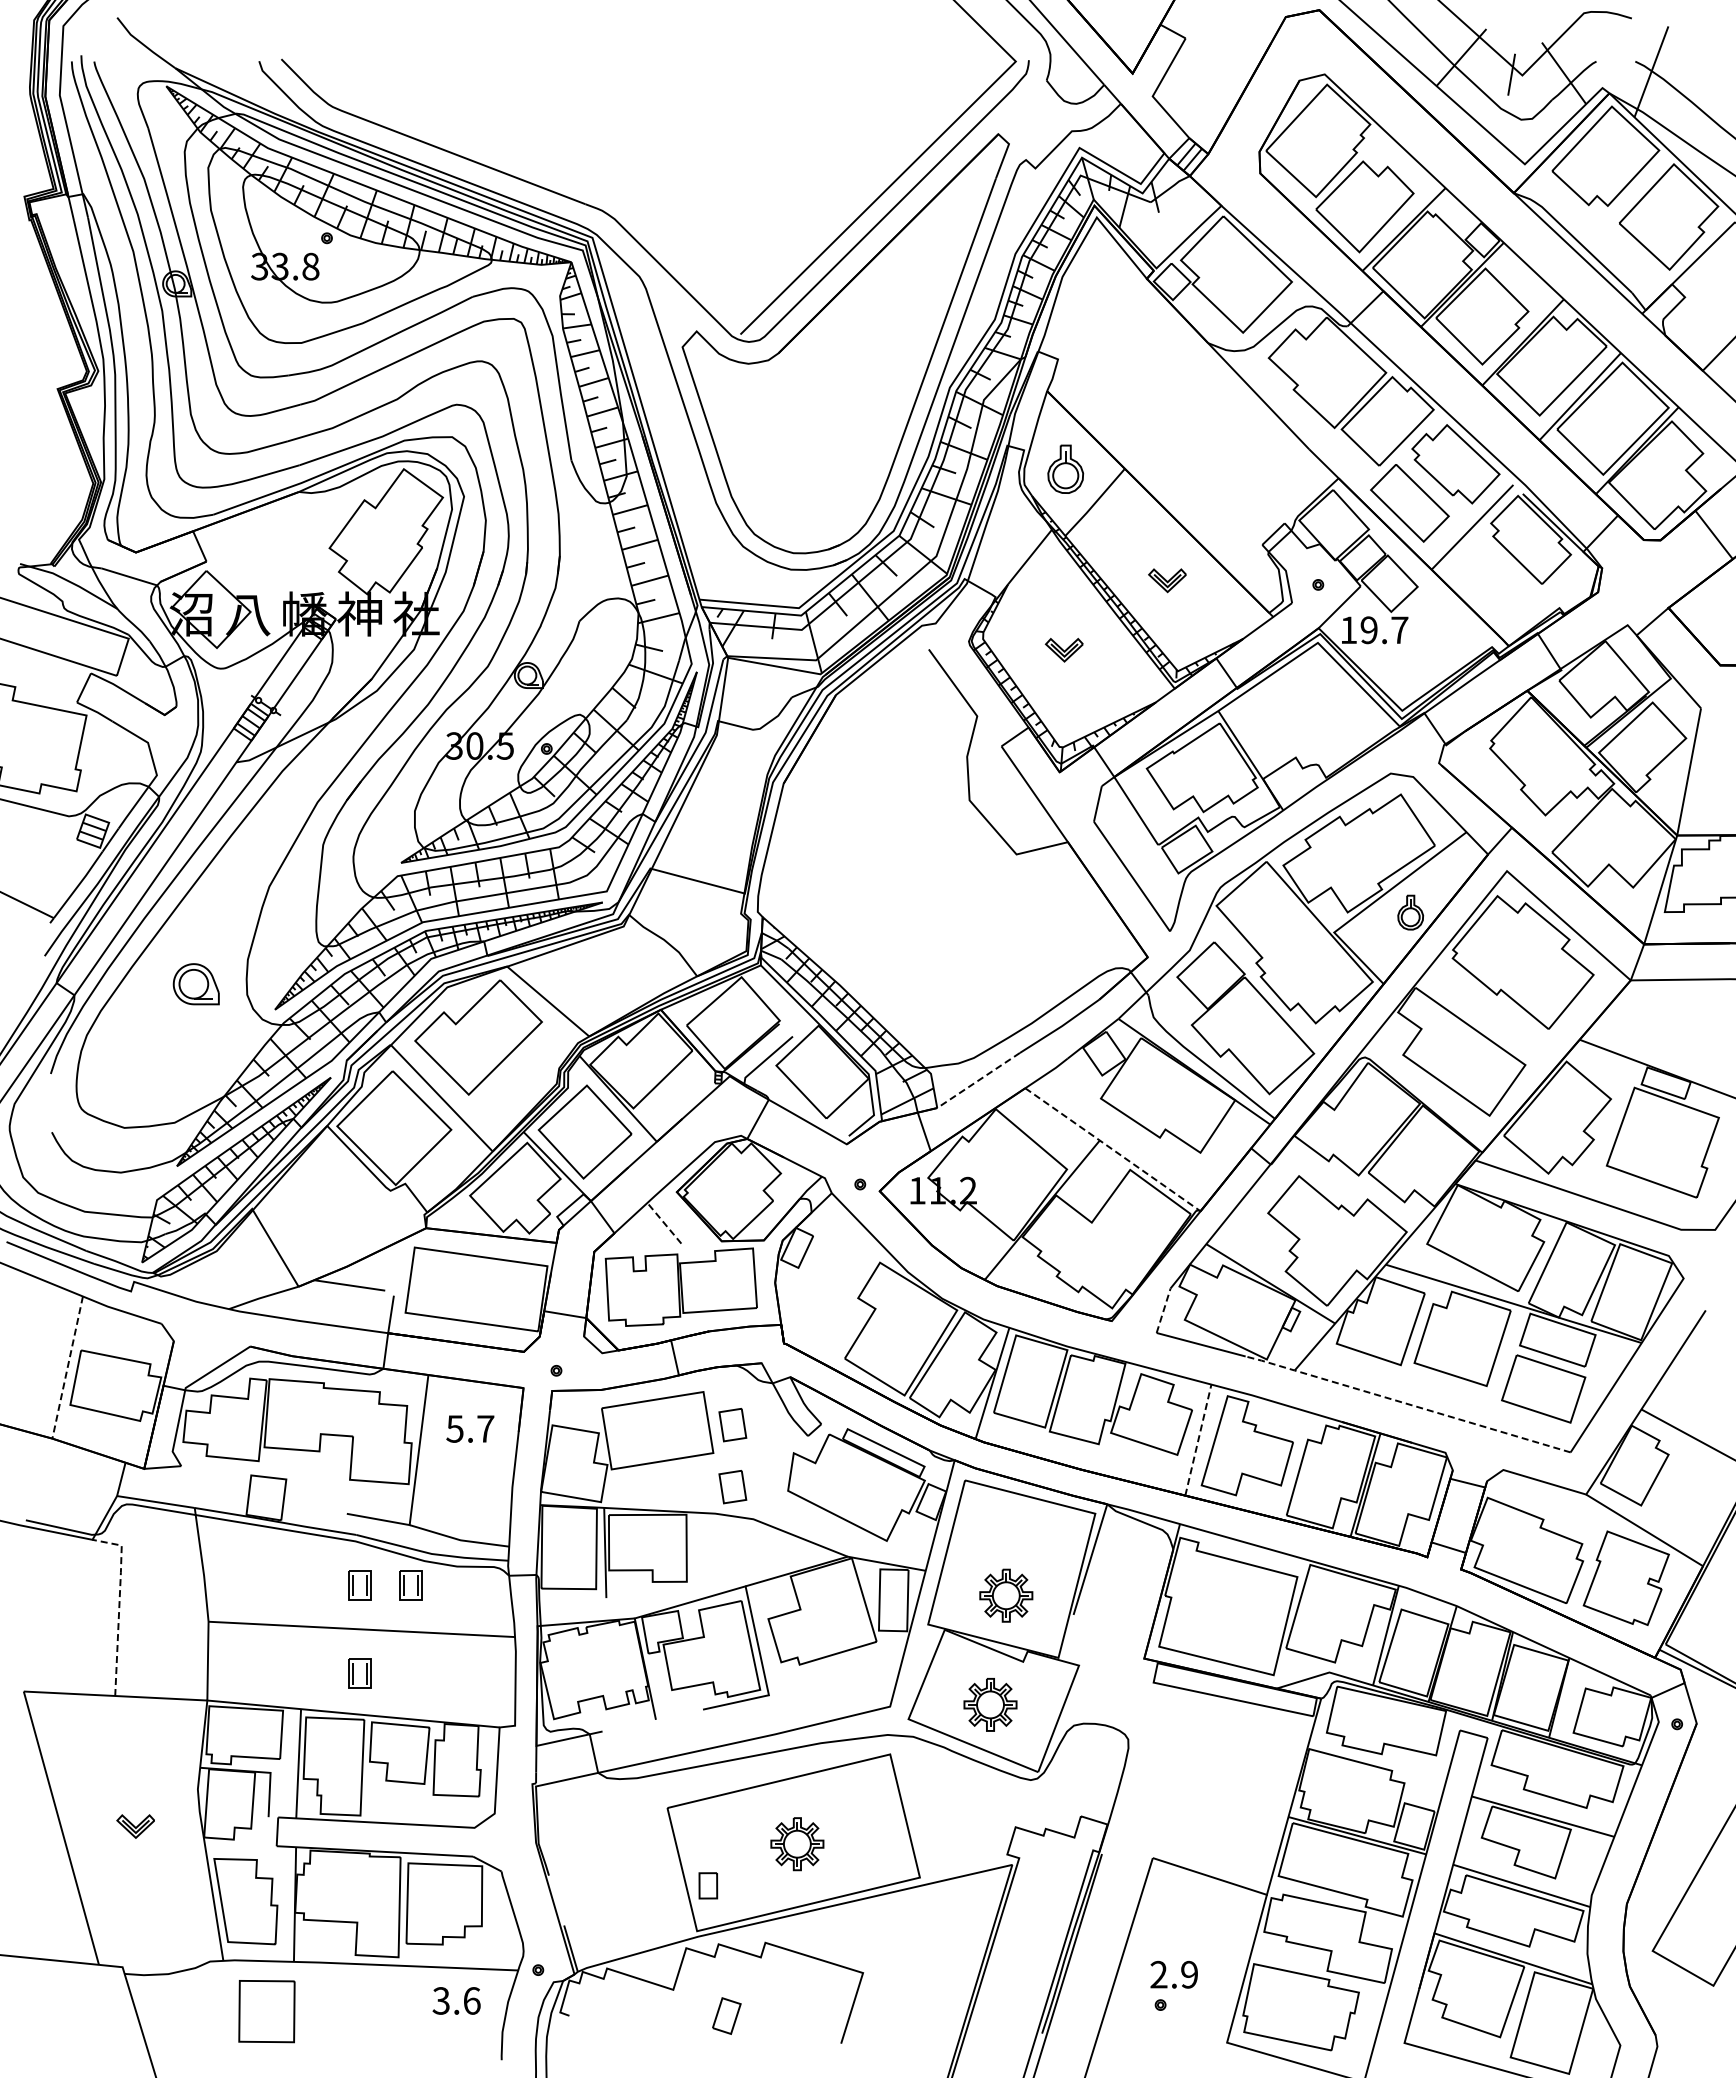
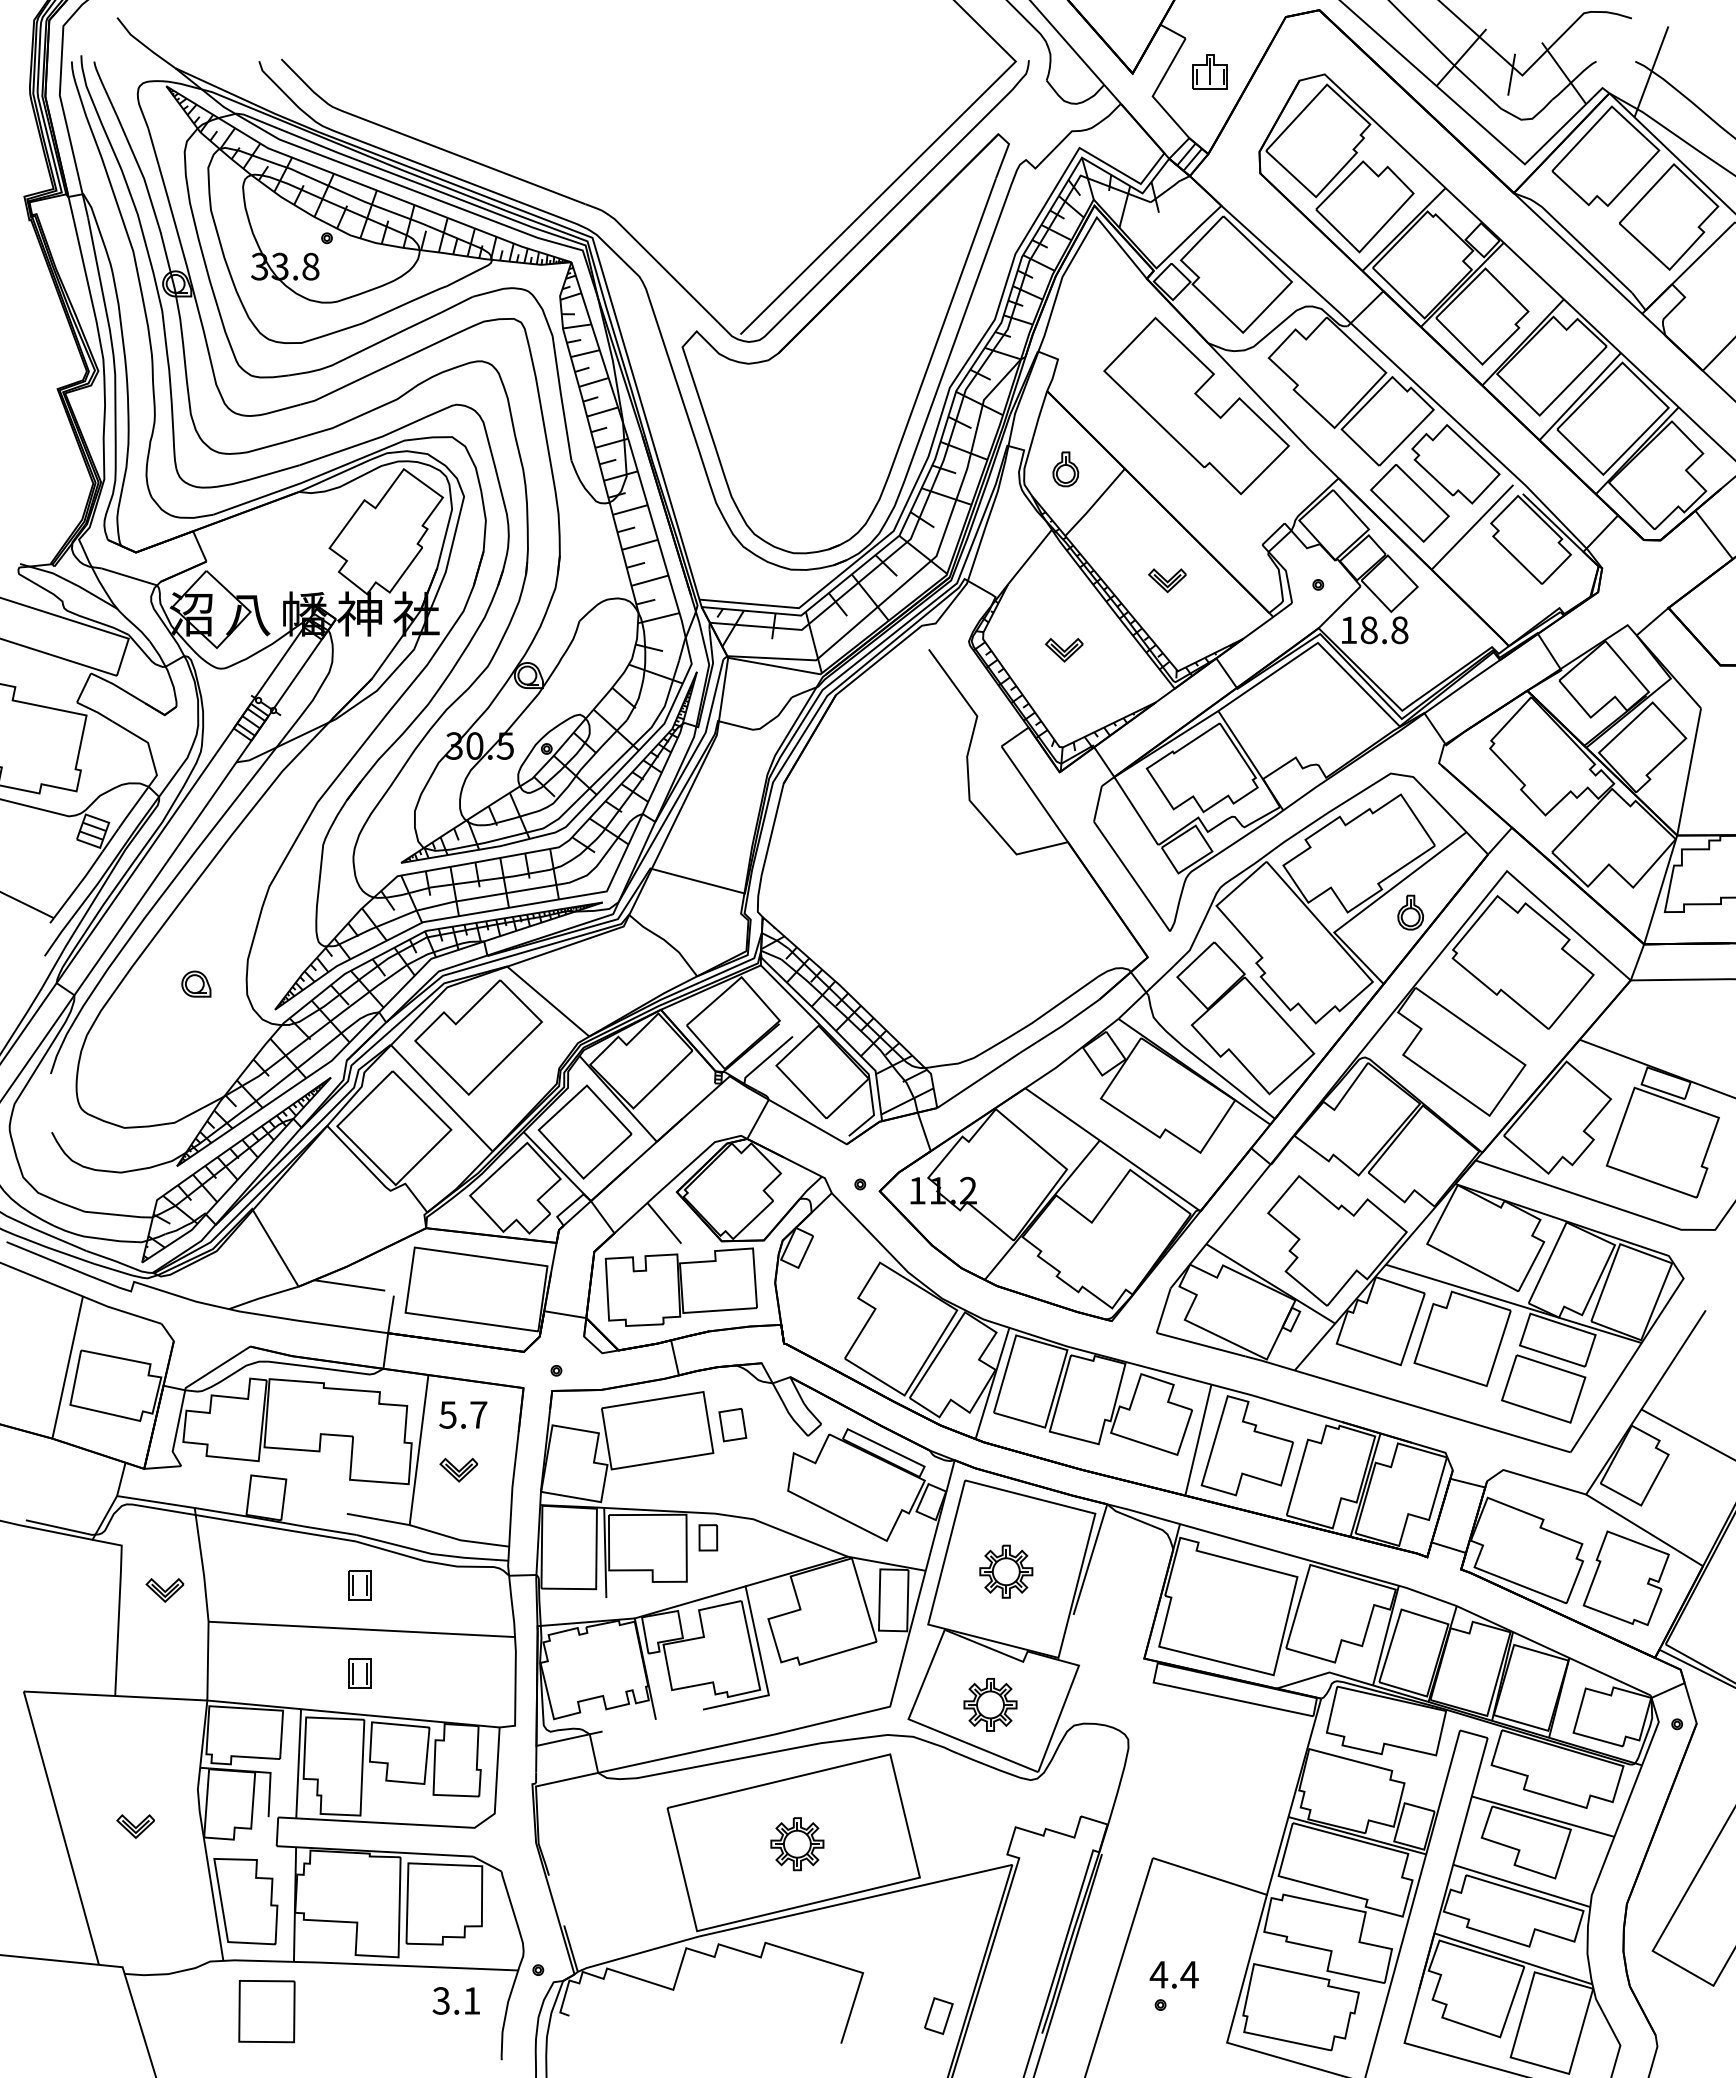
part at (1209, 71): none -> present
part at (1196, 405): none -> present
part at (1065, 468) size: 38x50 px -> 28x37 px
text at (1384, 630): 19.7 -> 18.8
part at (195, 984) size: 48x43 px -> 31x28 px
line at (978, 1080): dashed -> solid
line at (1112, 1149): dashed -> solid
line at (664, 1223): dashed -> solid
line at (1163, 1310): dashed -> solid
line at (67, 1367): dashed -> solid
line at (1406, 1403): dashed -> solid
text at (470, 1428) position: (470, 1428) -> (463, 1414)
line at (1198, 1440): dashed -> solid
part at (458, 1469): none -> present
part at (732, 1487): present -> none
part at (410, 1585): present -> none
part at (164, 1590): none -> present
part at (1006, 1595) position: (1006, 1595) -> (1006, 1571)
line at (119, 1604): dashed -> solid
part at (708, 1885) position: (708, 1885) -> (708, 1537)
text at (1173, 1974): 2.9 -> 4.4
text at (472, 2000): 3.6 -> 3.1
part at (726, 2015) position: (726, 2015) -> (938, 2015)
